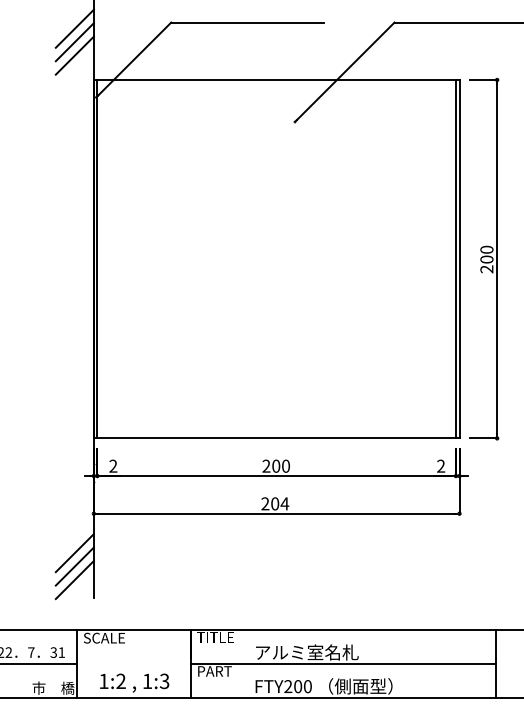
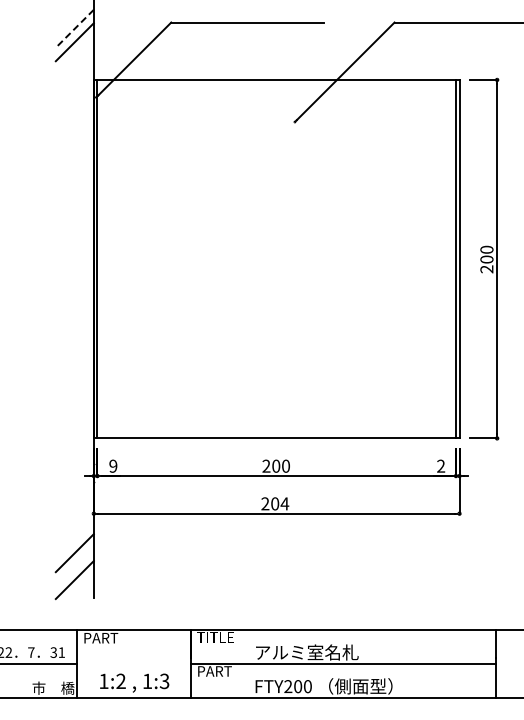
line at (74, 28): solid -> dashed
line at (74, 55): present -> none
text at (113, 466): 2 -> 9
line at (74, 566): present -> none
text at (103, 637): SCALE -> PART
